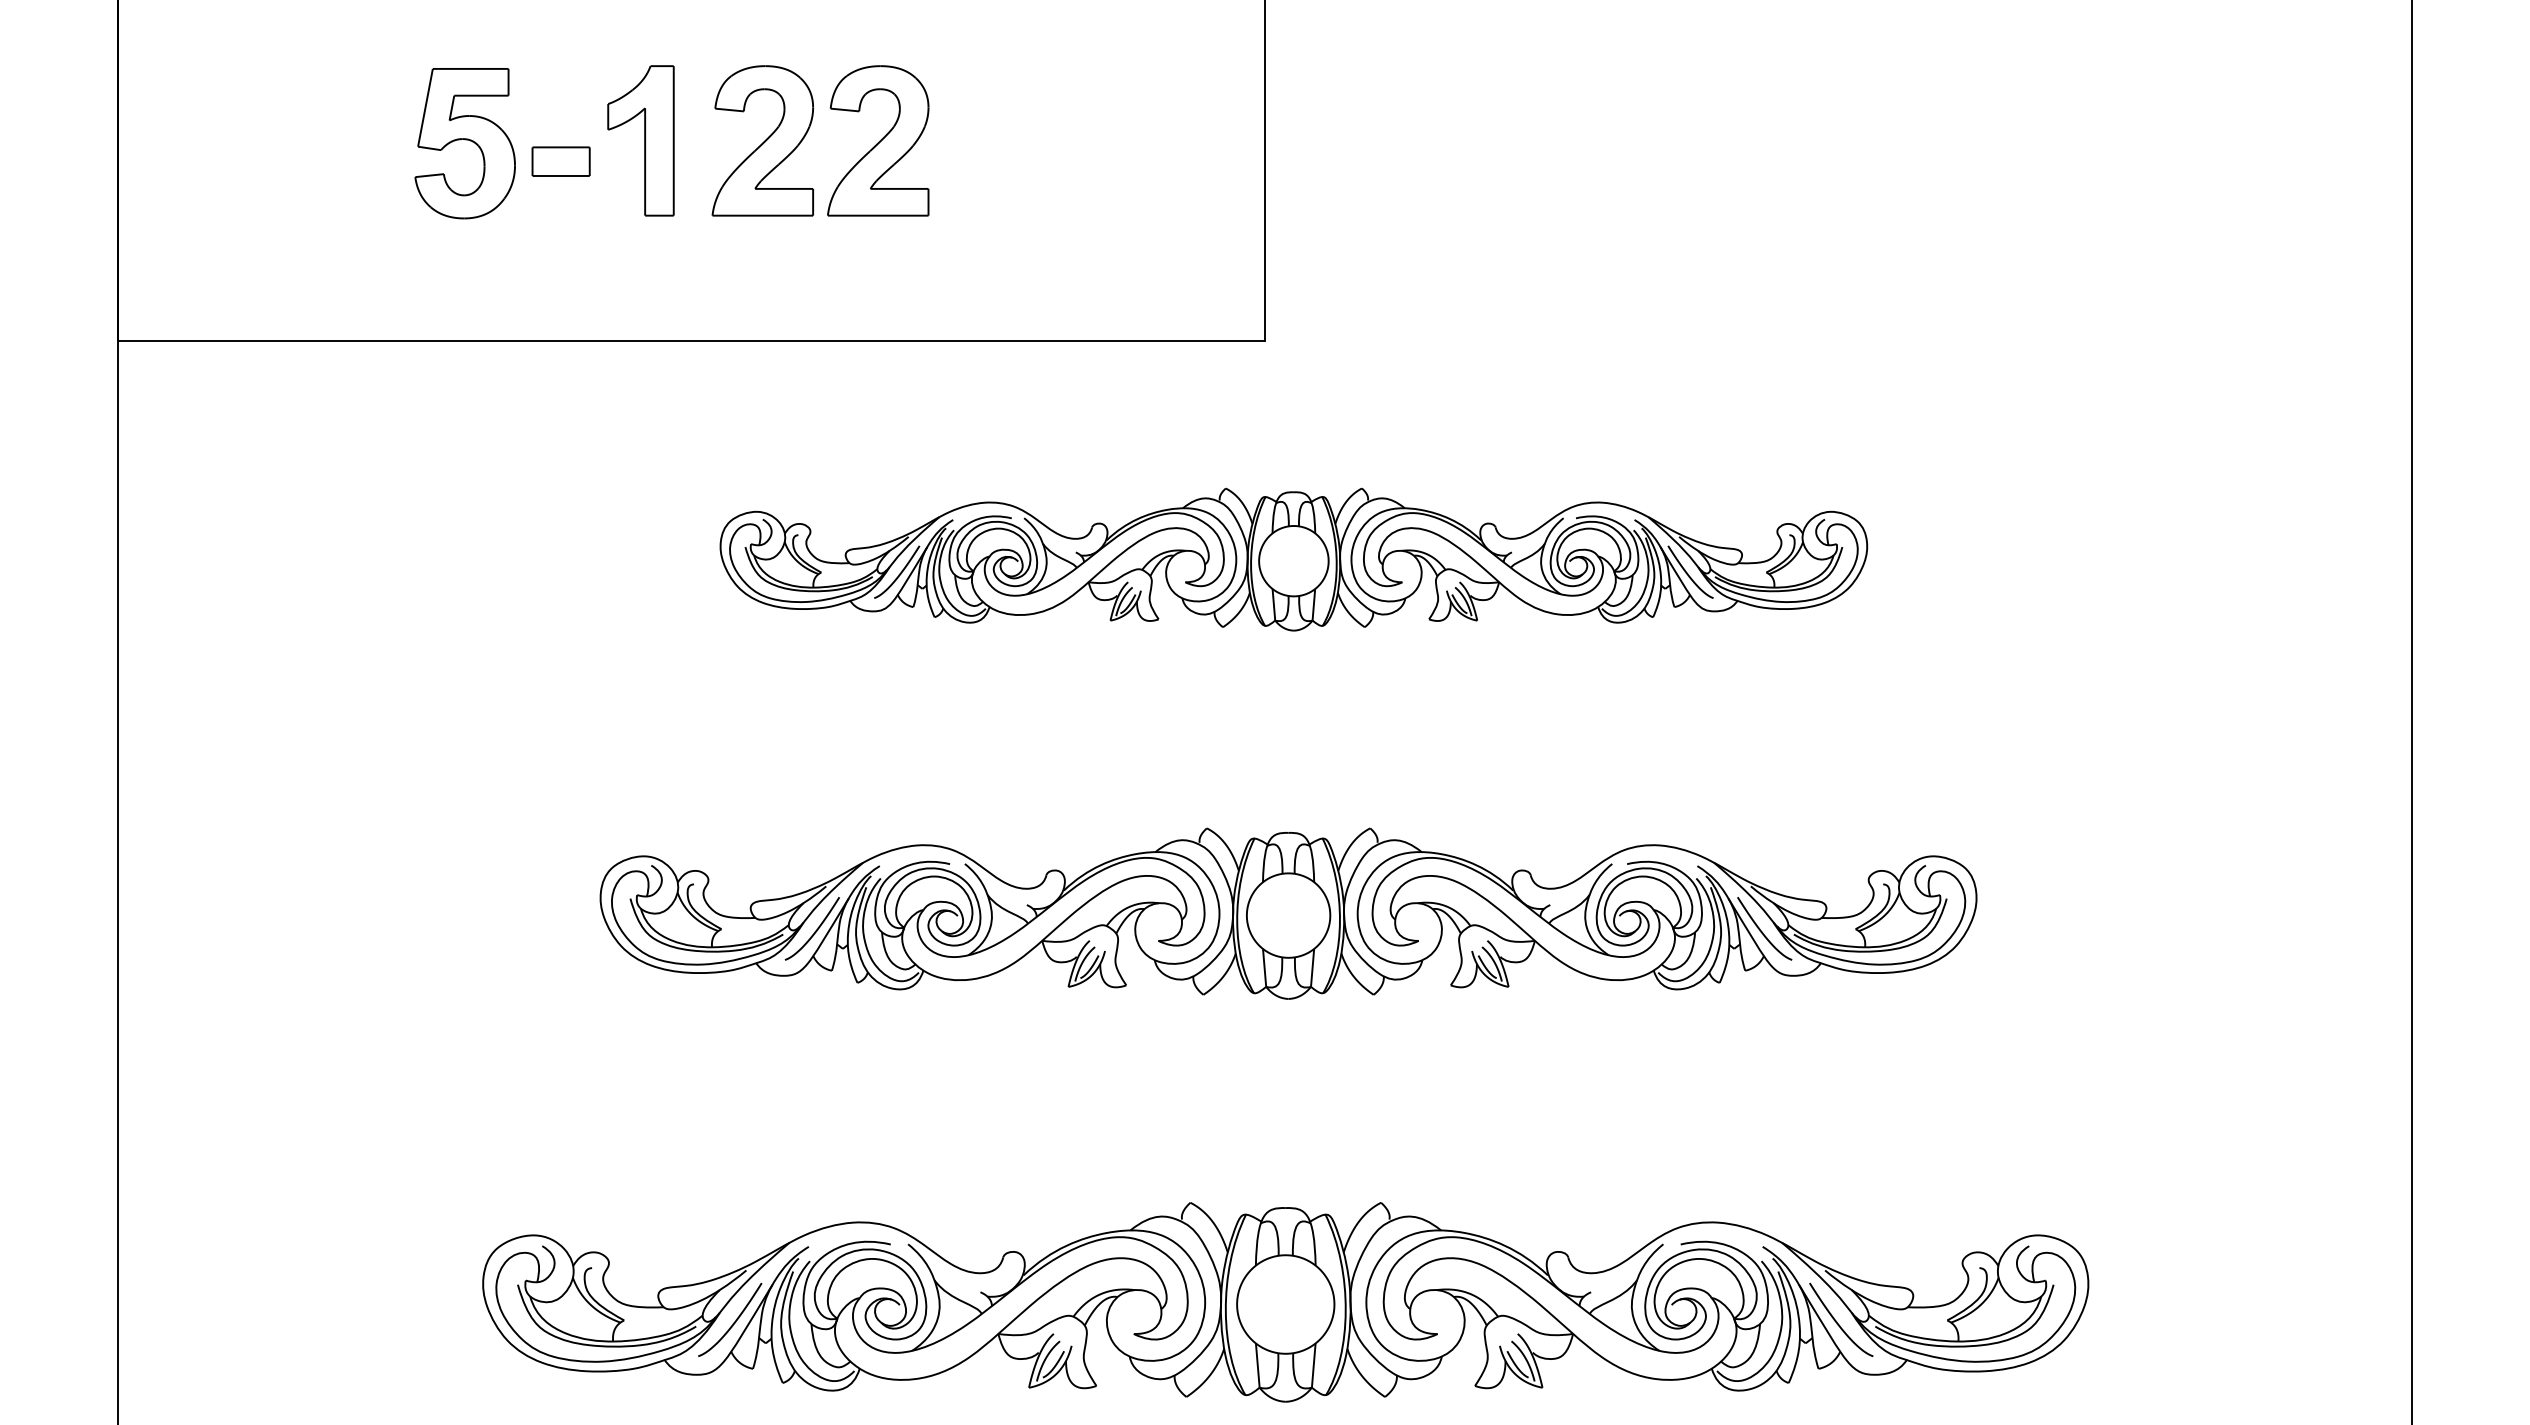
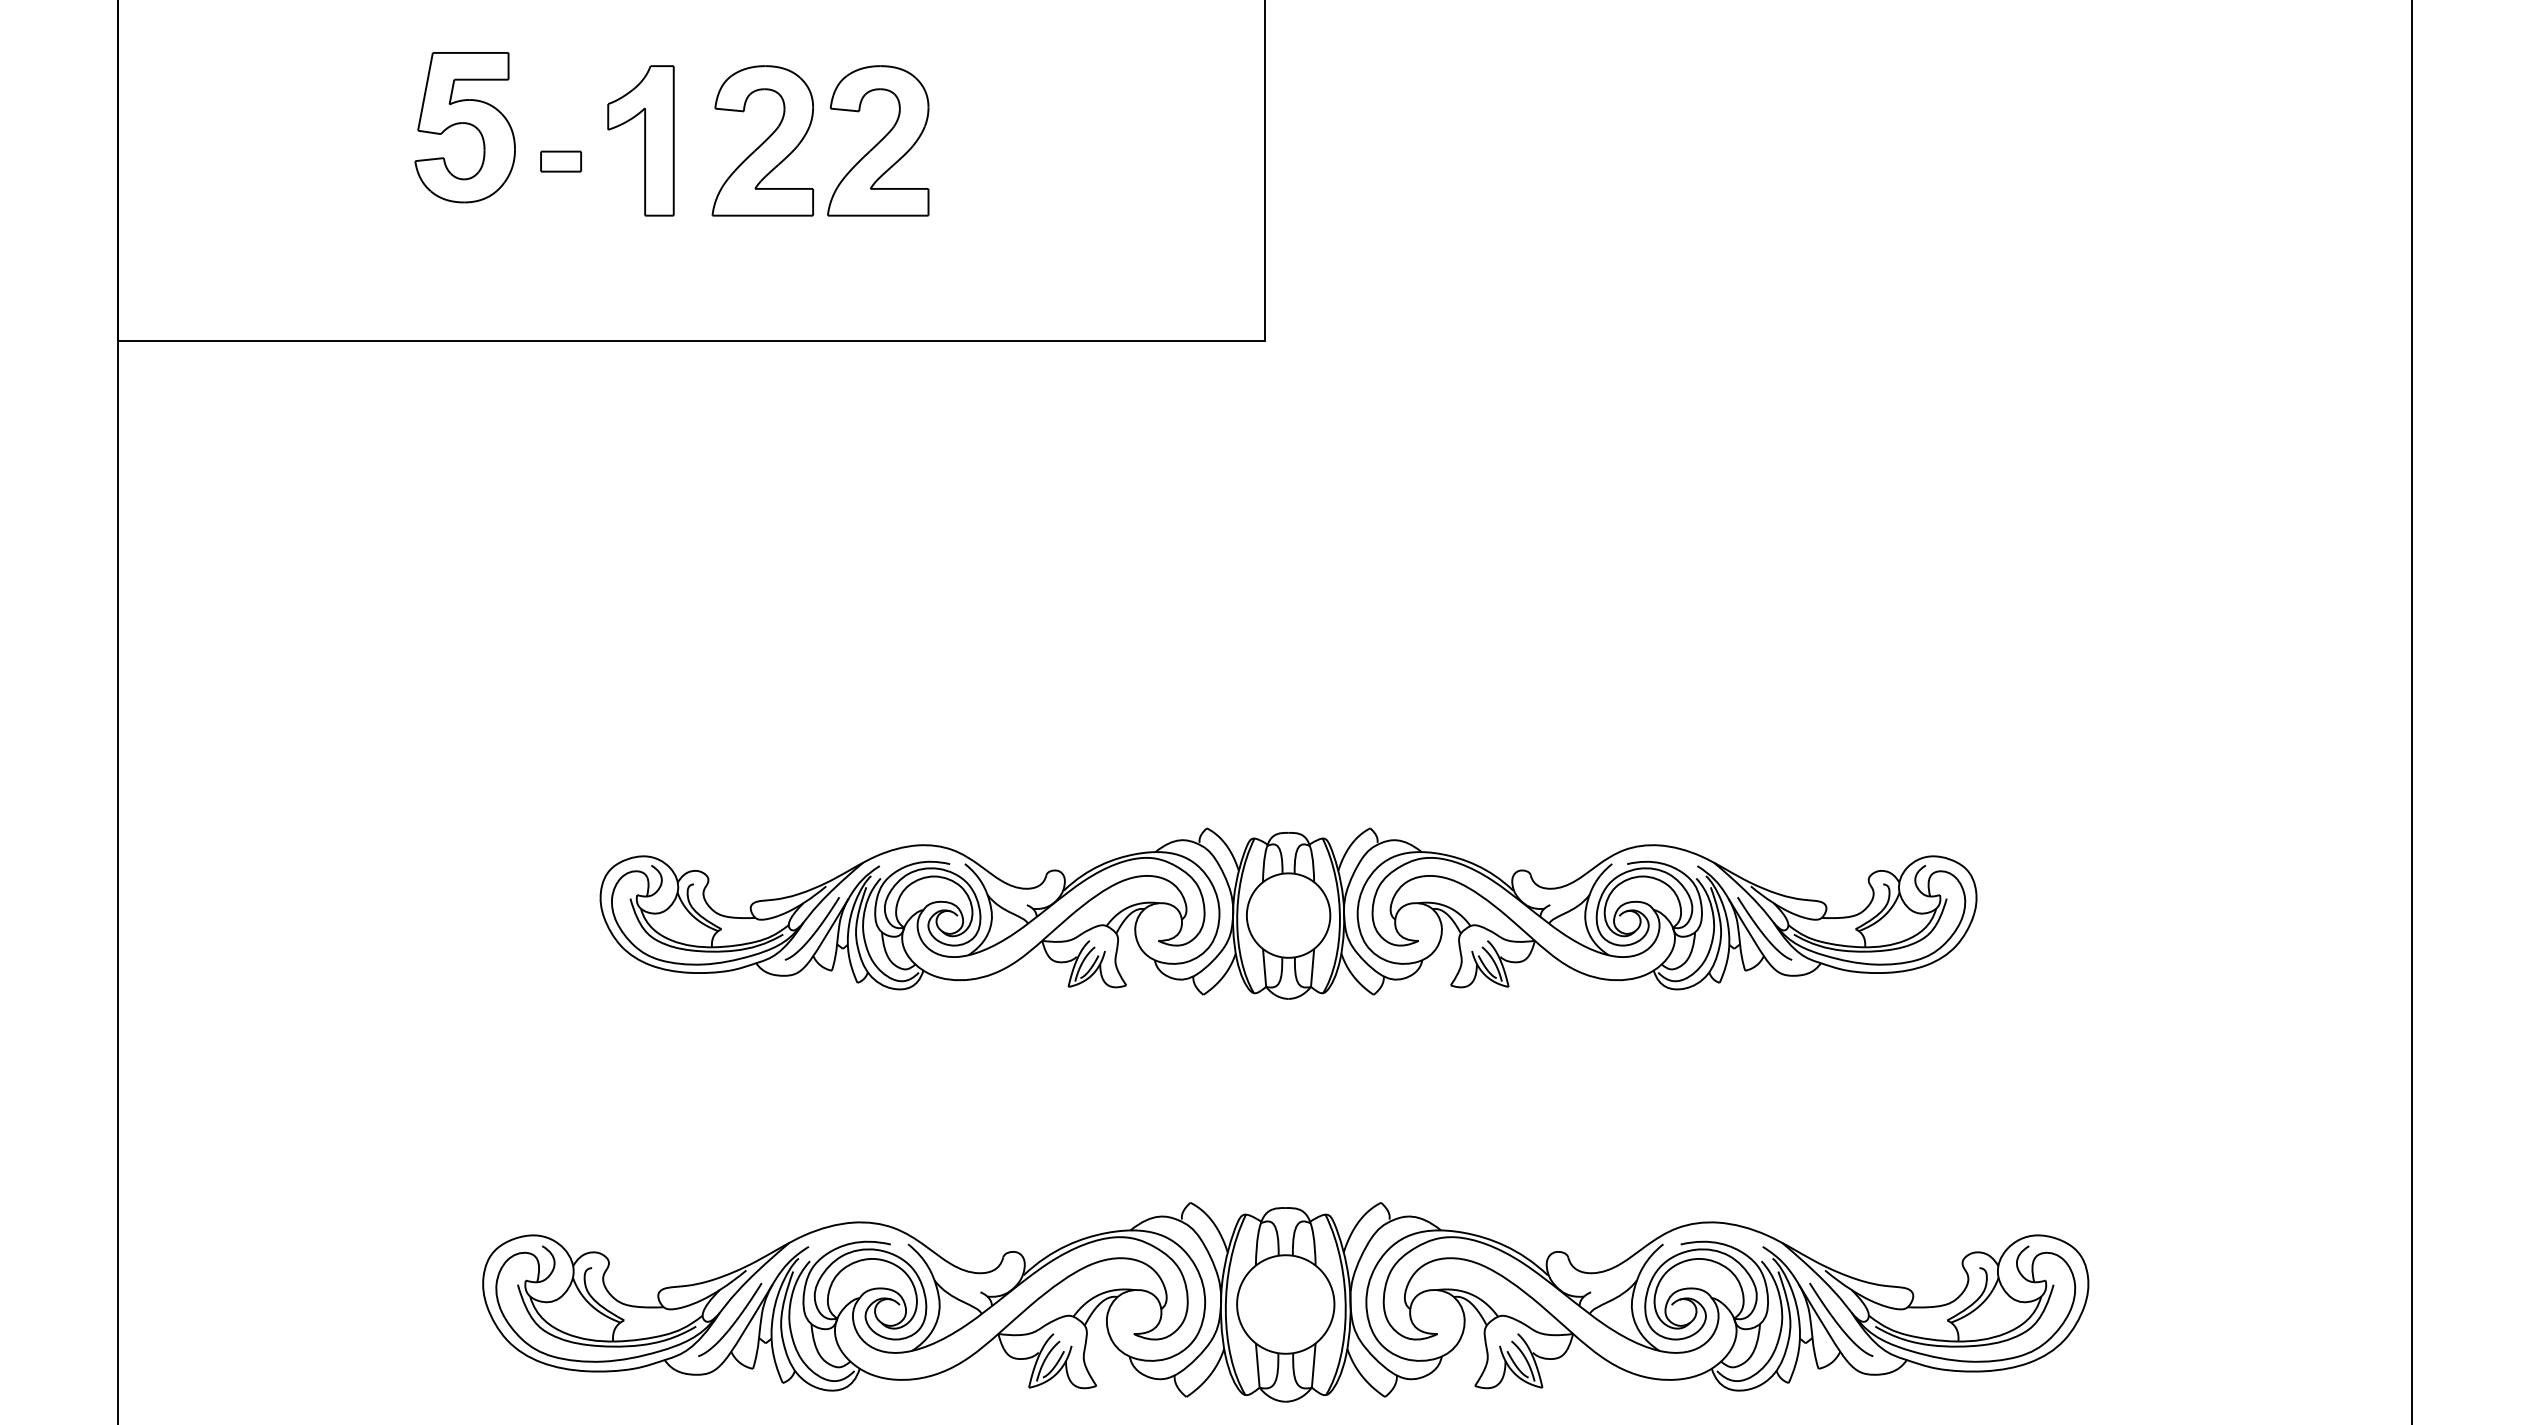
part at (464, 143) position: (464, 143) -> (464, 127)
part at (560, 161) size: 60x31 px -> 42x23 px
part at (1293, 559): present -> none
